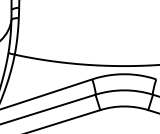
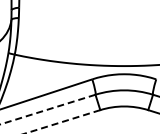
line at (47, 109): solid -> dashed
line at (62, 122): solid -> dashed
